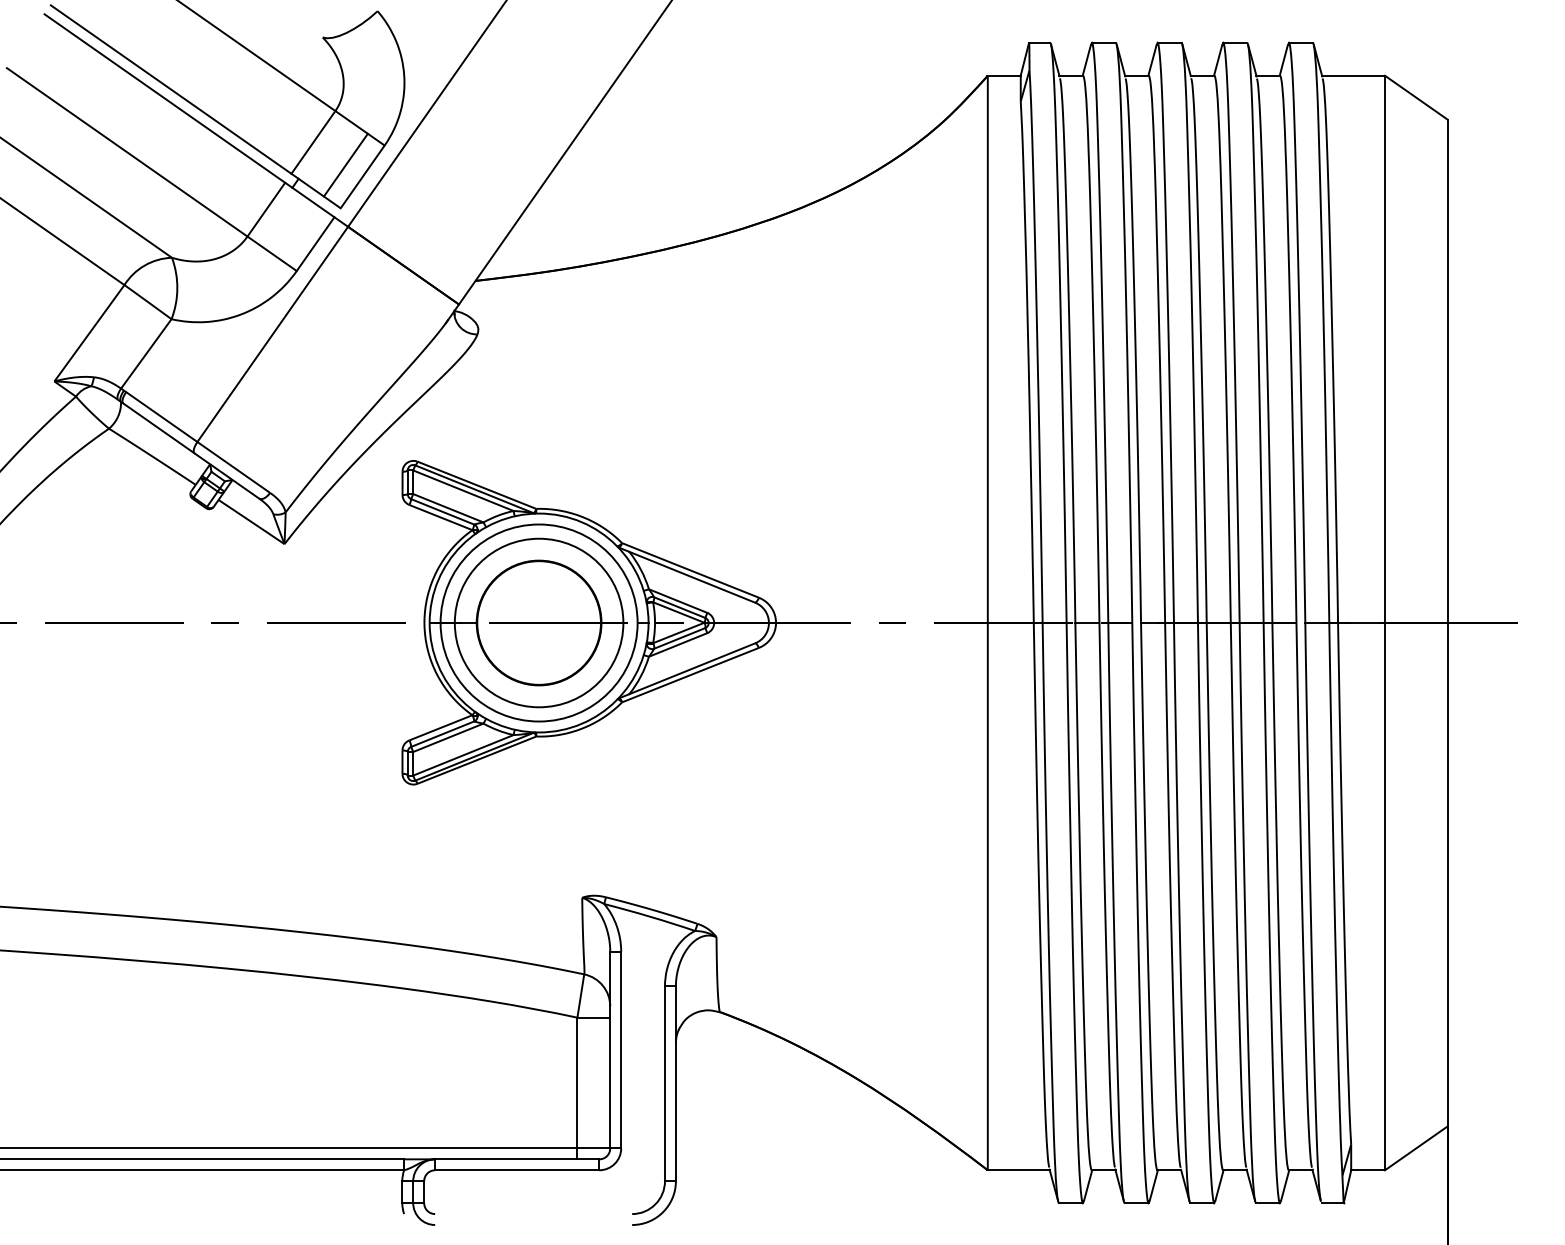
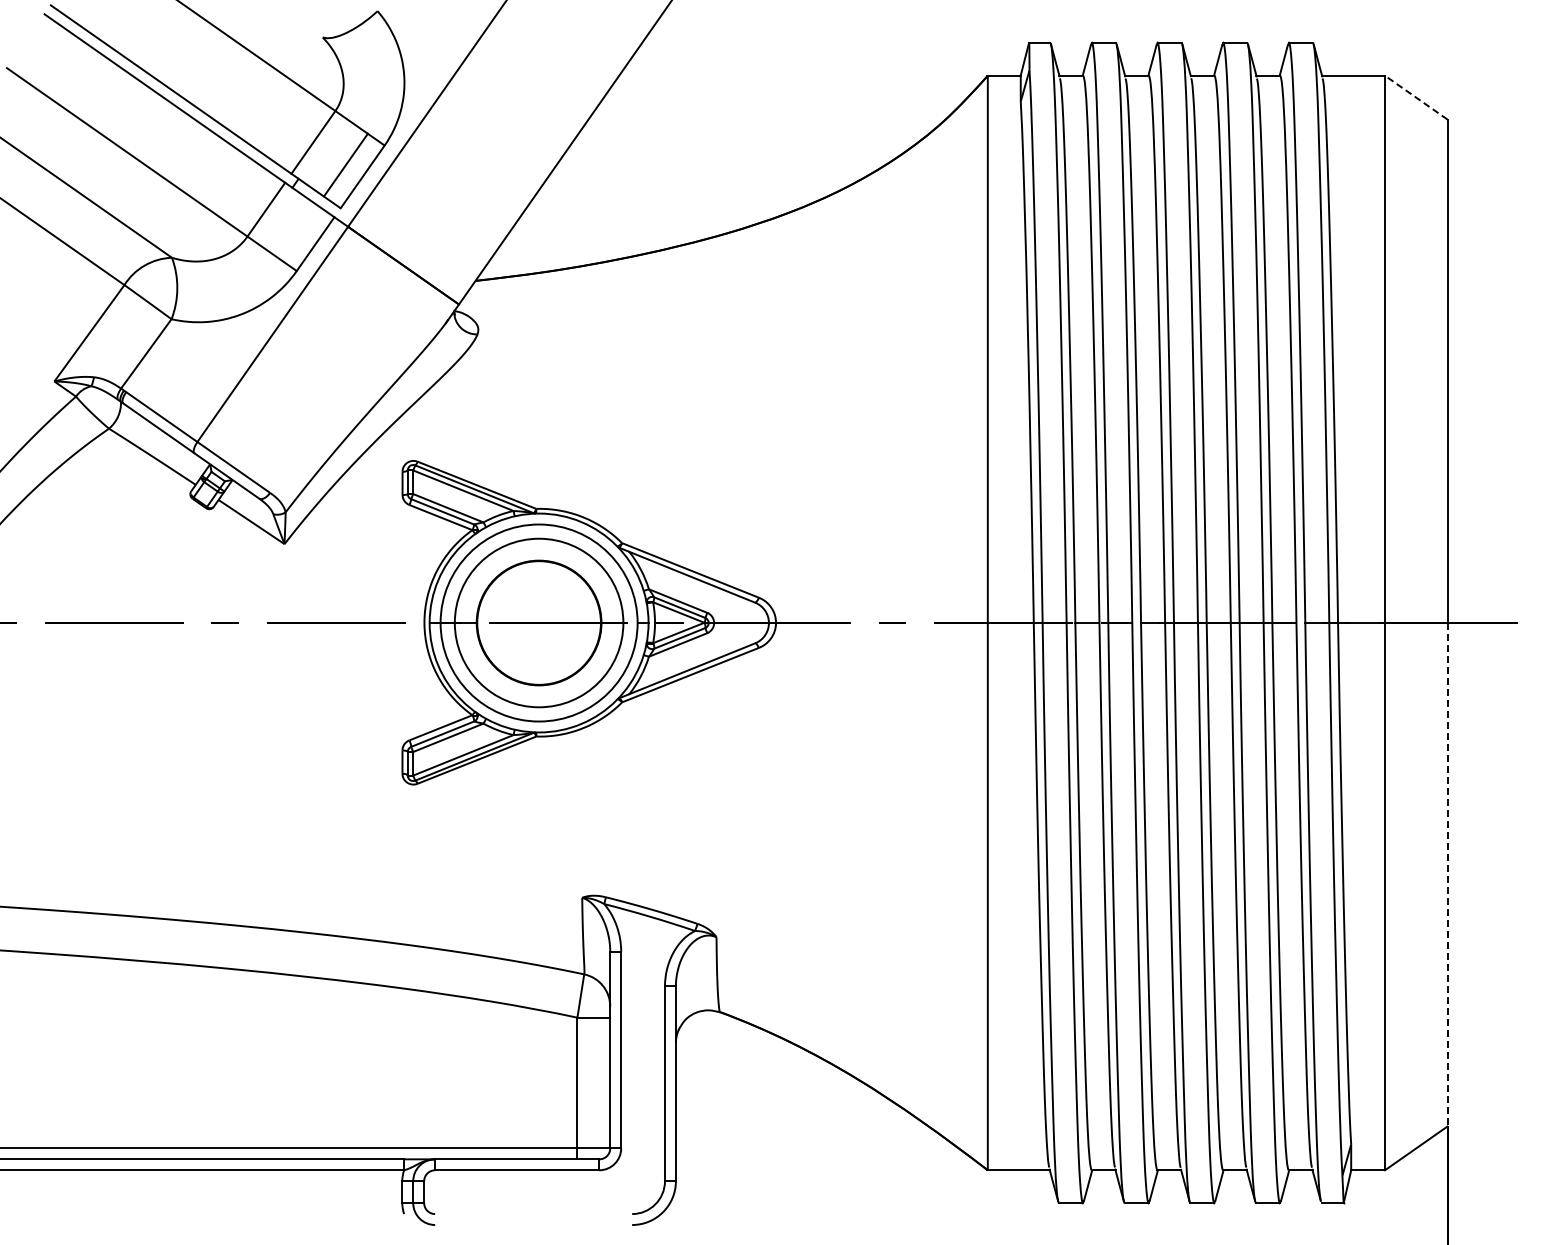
line at (1415, 97): solid -> dashed
line at (1447, 874): solid -> dashed
